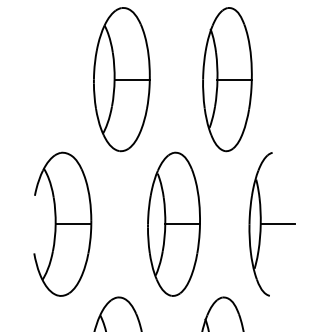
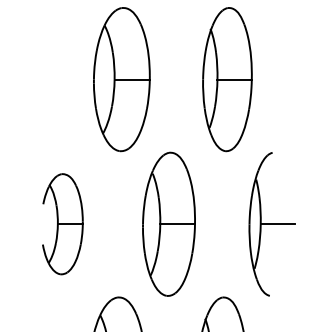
part at (62, 223) size: 60x146 px -> 42x103 px
part at (173, 223) position: (173, 223) -> (168, 223)
